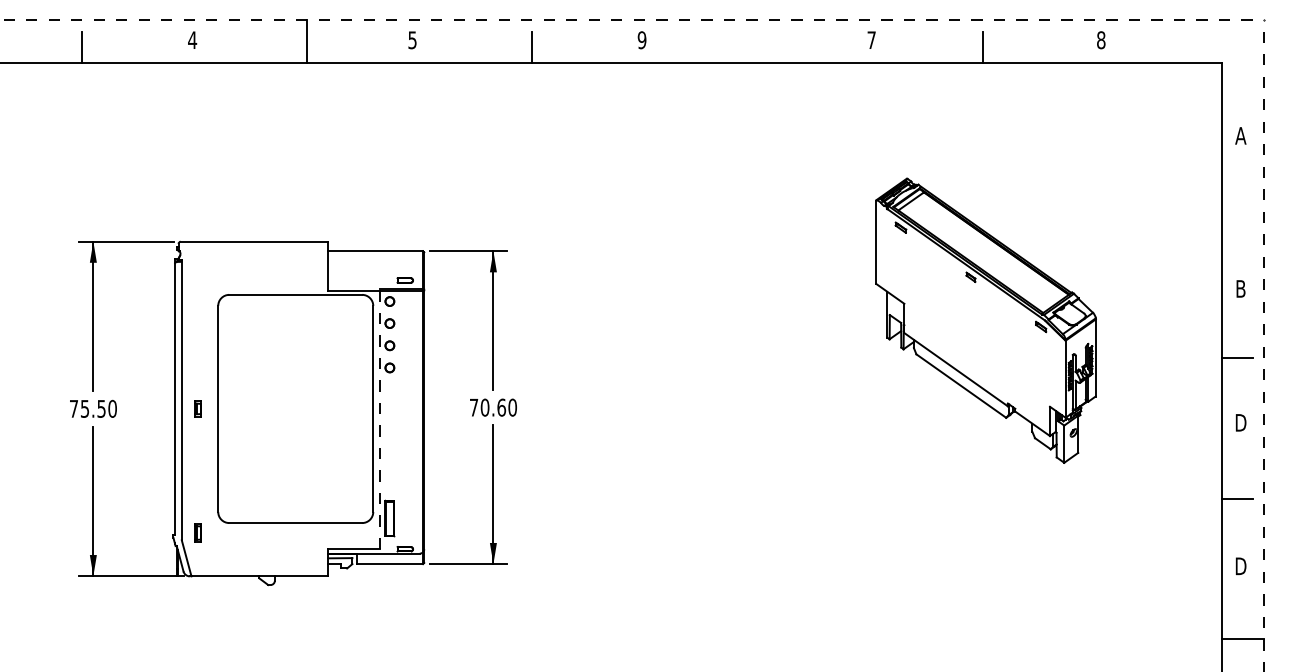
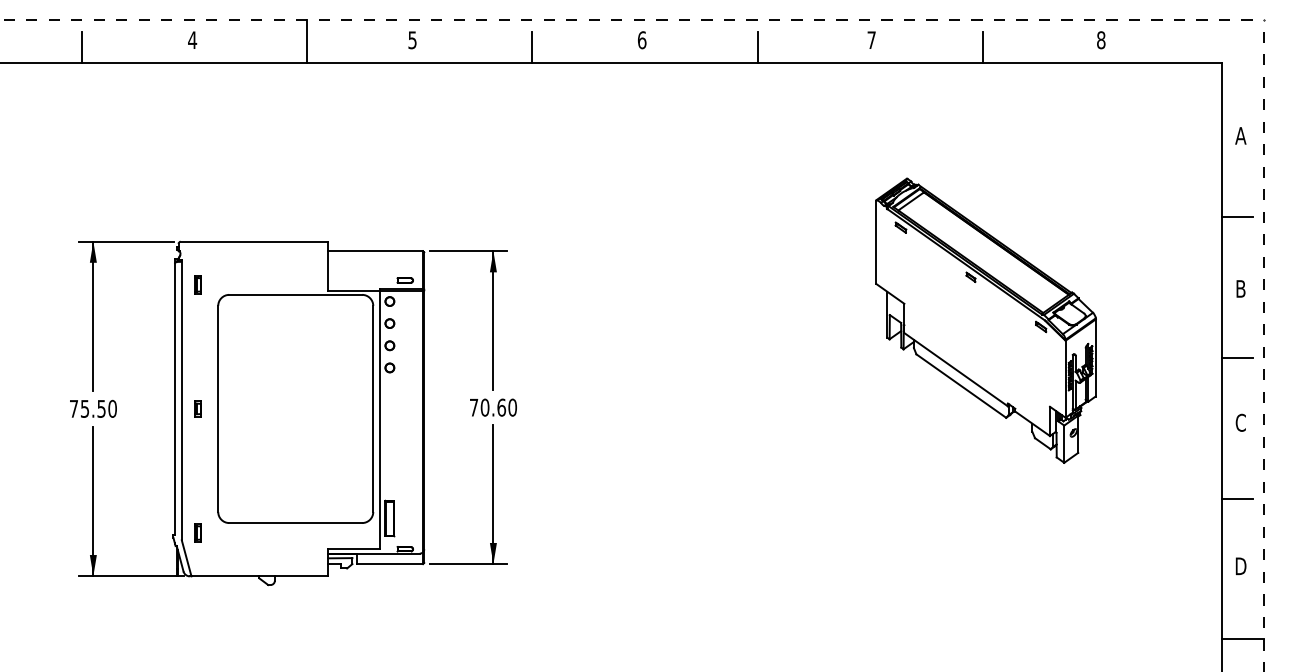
text at (641, 40): 9 -> 6
line at (757, 46): none -> present
line at (1236, 217): none -> present
part at (197, 284): none -> present
line at (379, 419): dashed -> solid
text at (1240, 422): D -> C
